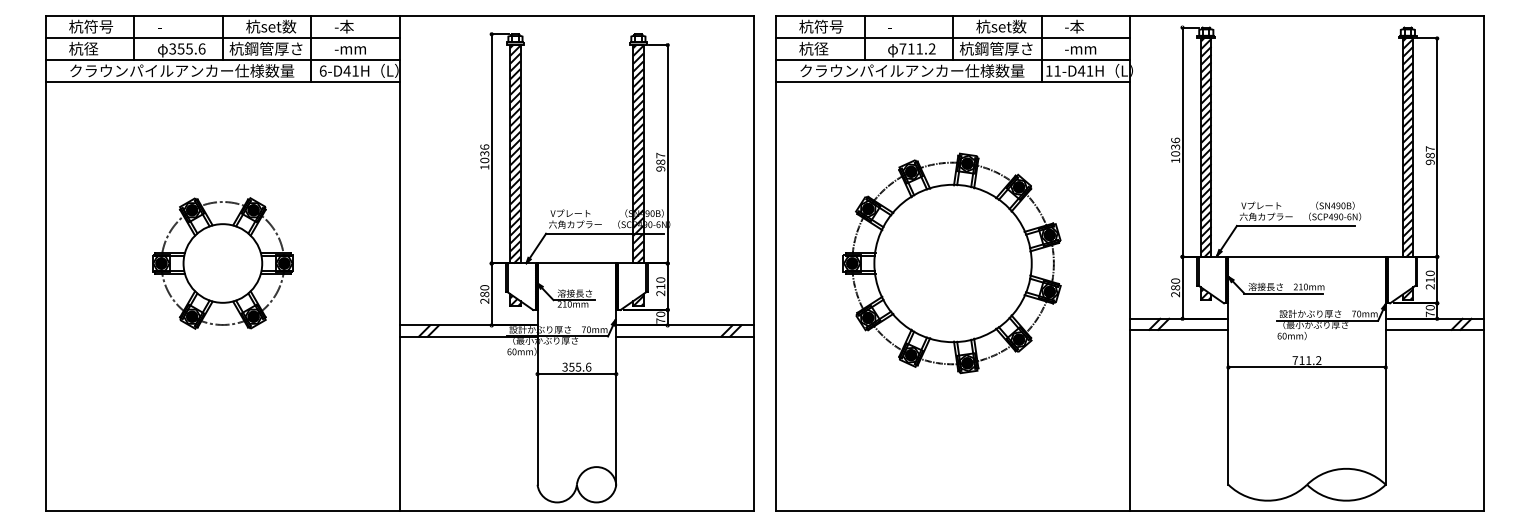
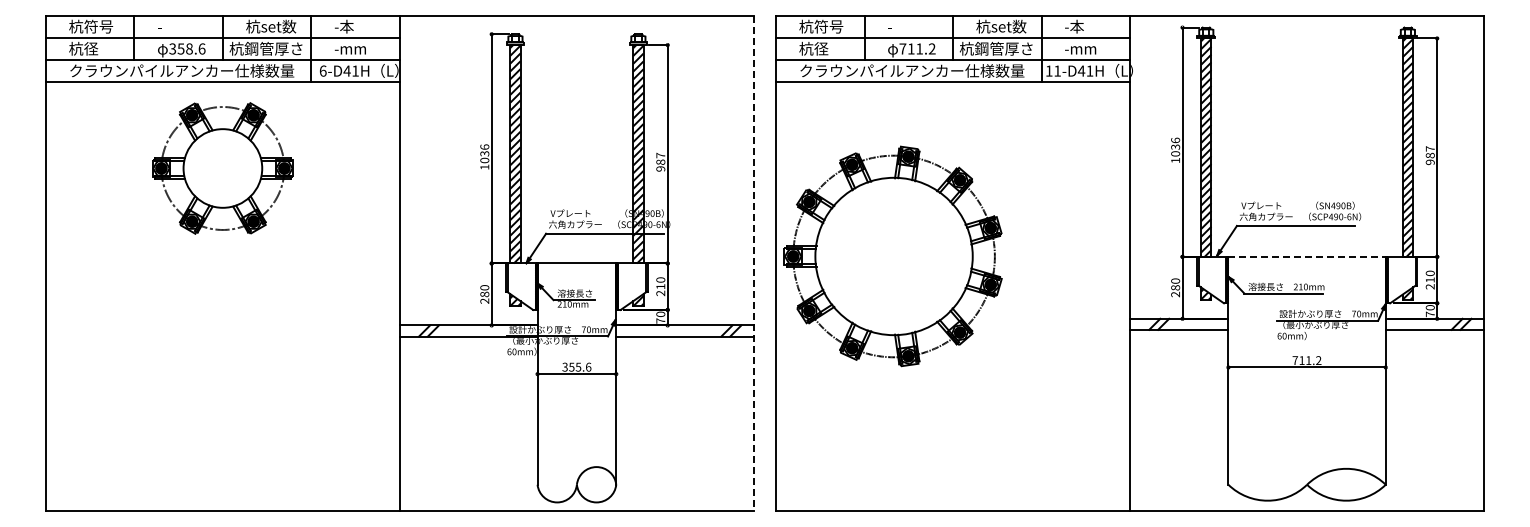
text at (189, 48): 355.6 -> 358.6
line at (1307, 256): solid -> dashed
part at (222, 263) position: (222, 263) -> (222, 168)
line at (753, 263): solid -> dashed
part at (951, 263) position: (951, 263) -> (892, 256)
